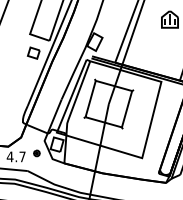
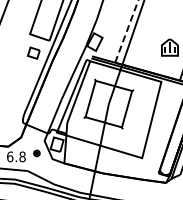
part at (169, 19) position: (169, 19) -> (169, 47)
line at (126, 31): solid -> dashed
text at (15, 156): 4.7 -> 6.8
